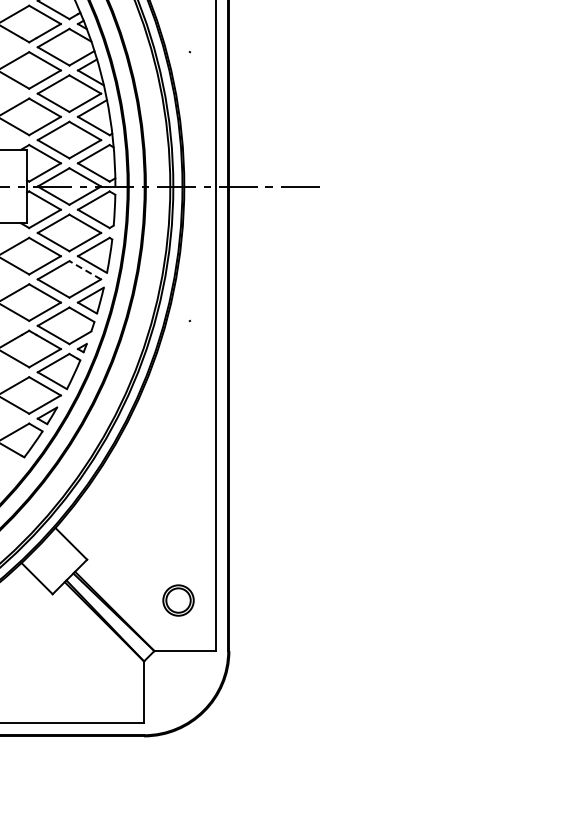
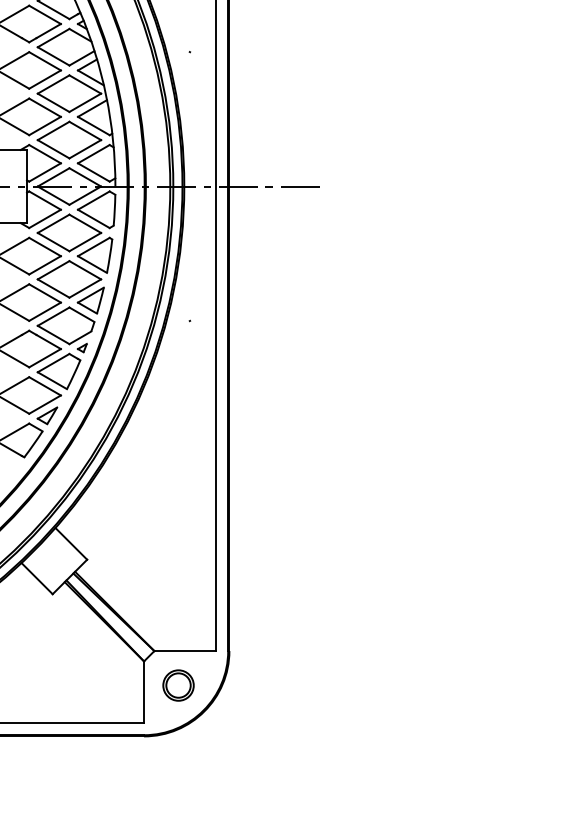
line at (84, 270): dashed -> solid
part at (178, 600) position: (178, 600) -> (178, 685)
